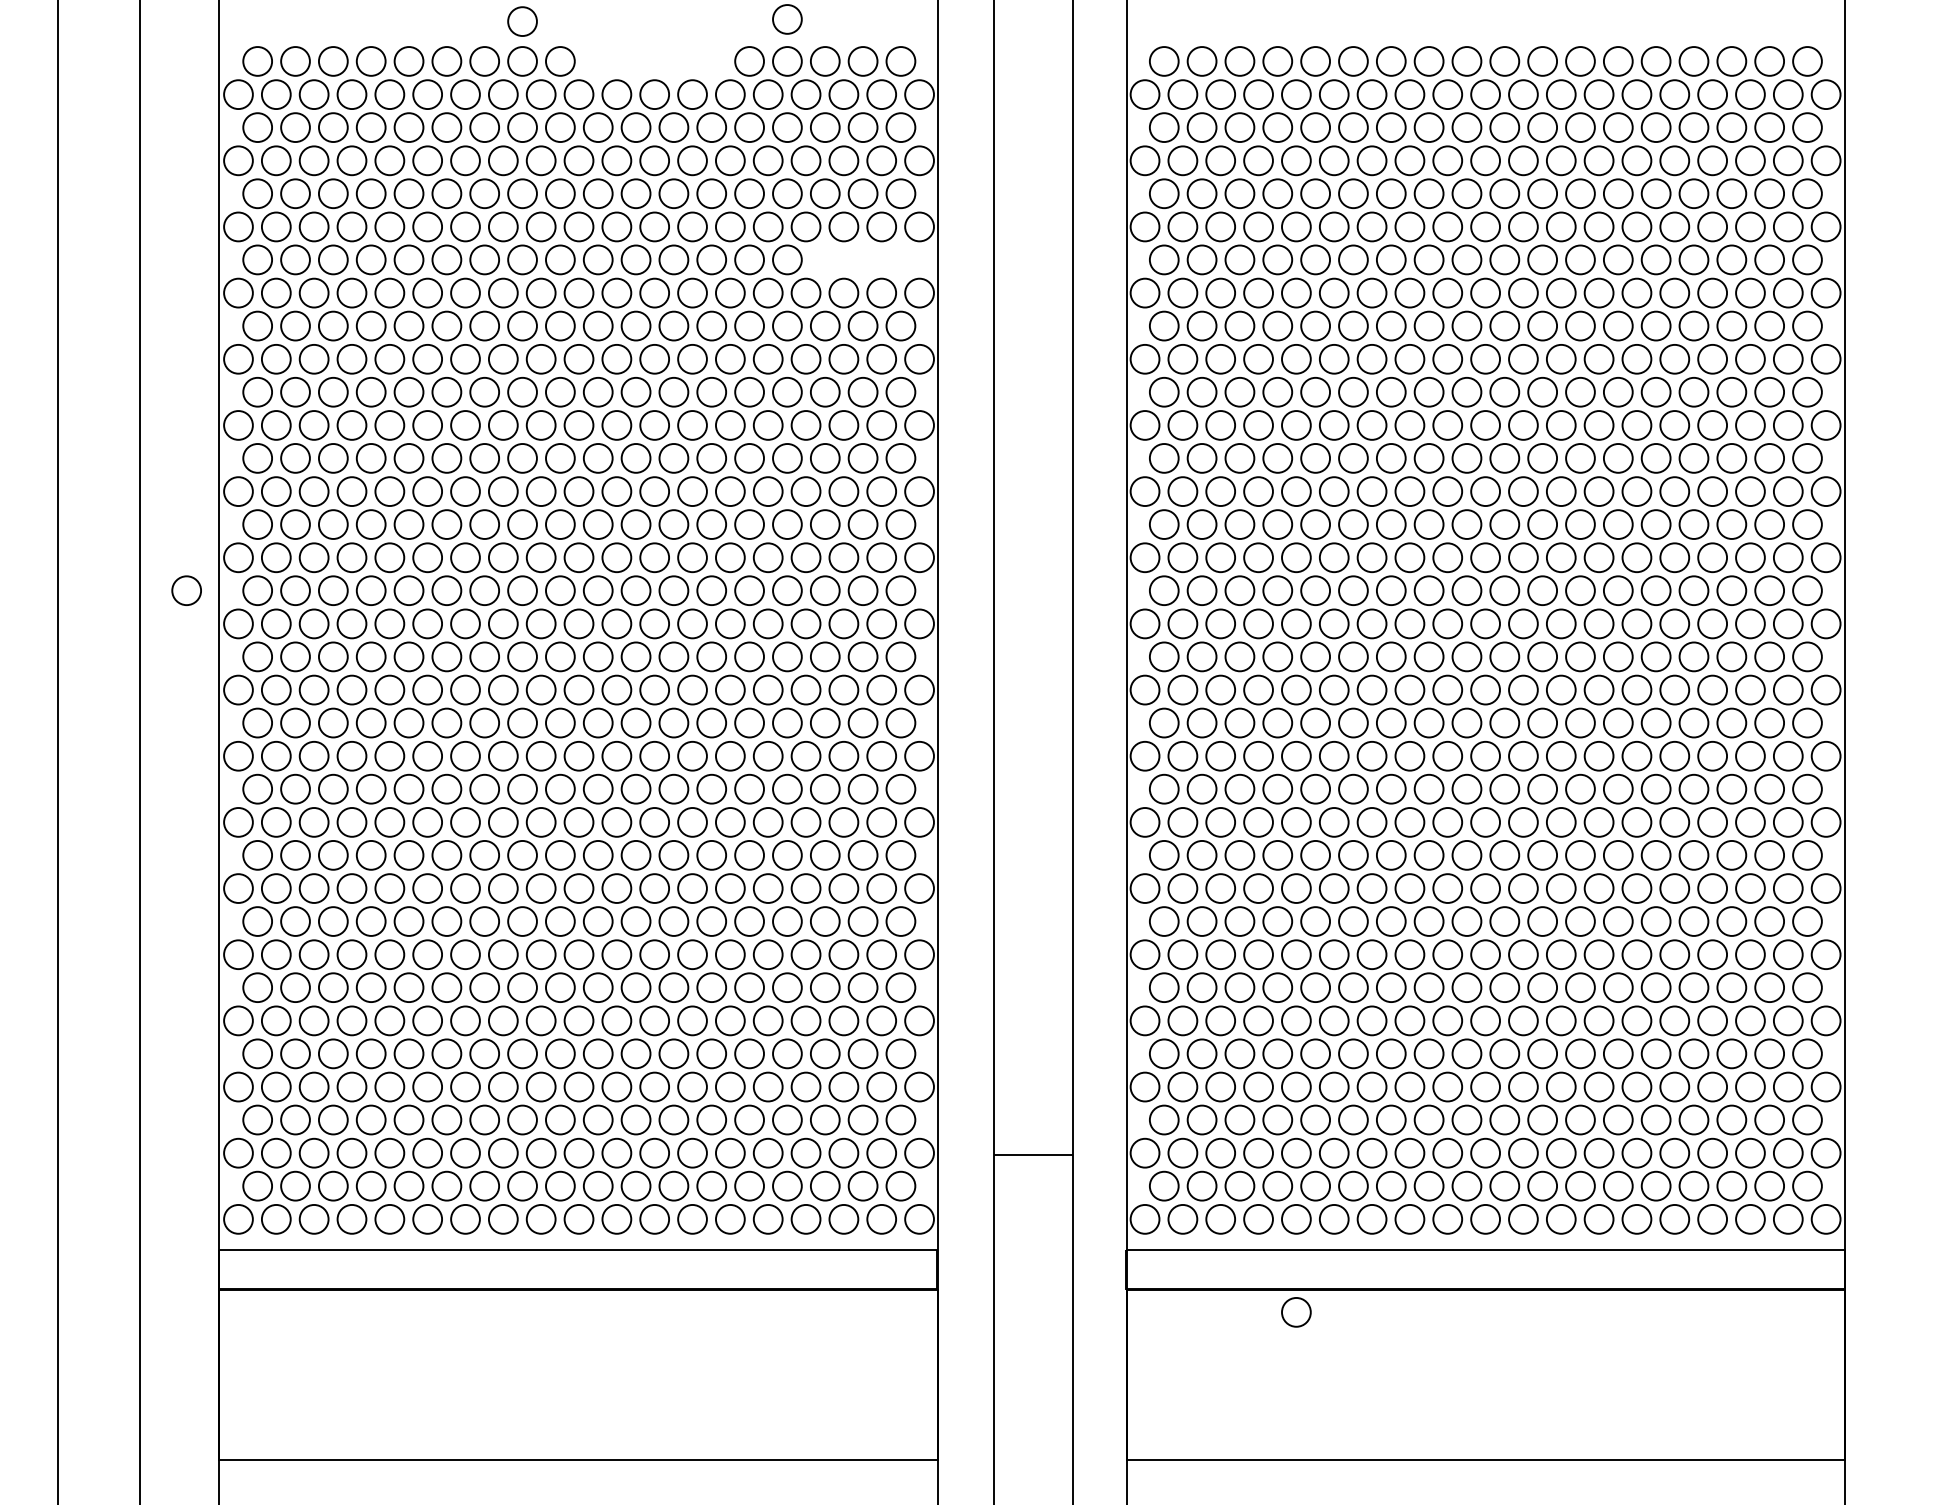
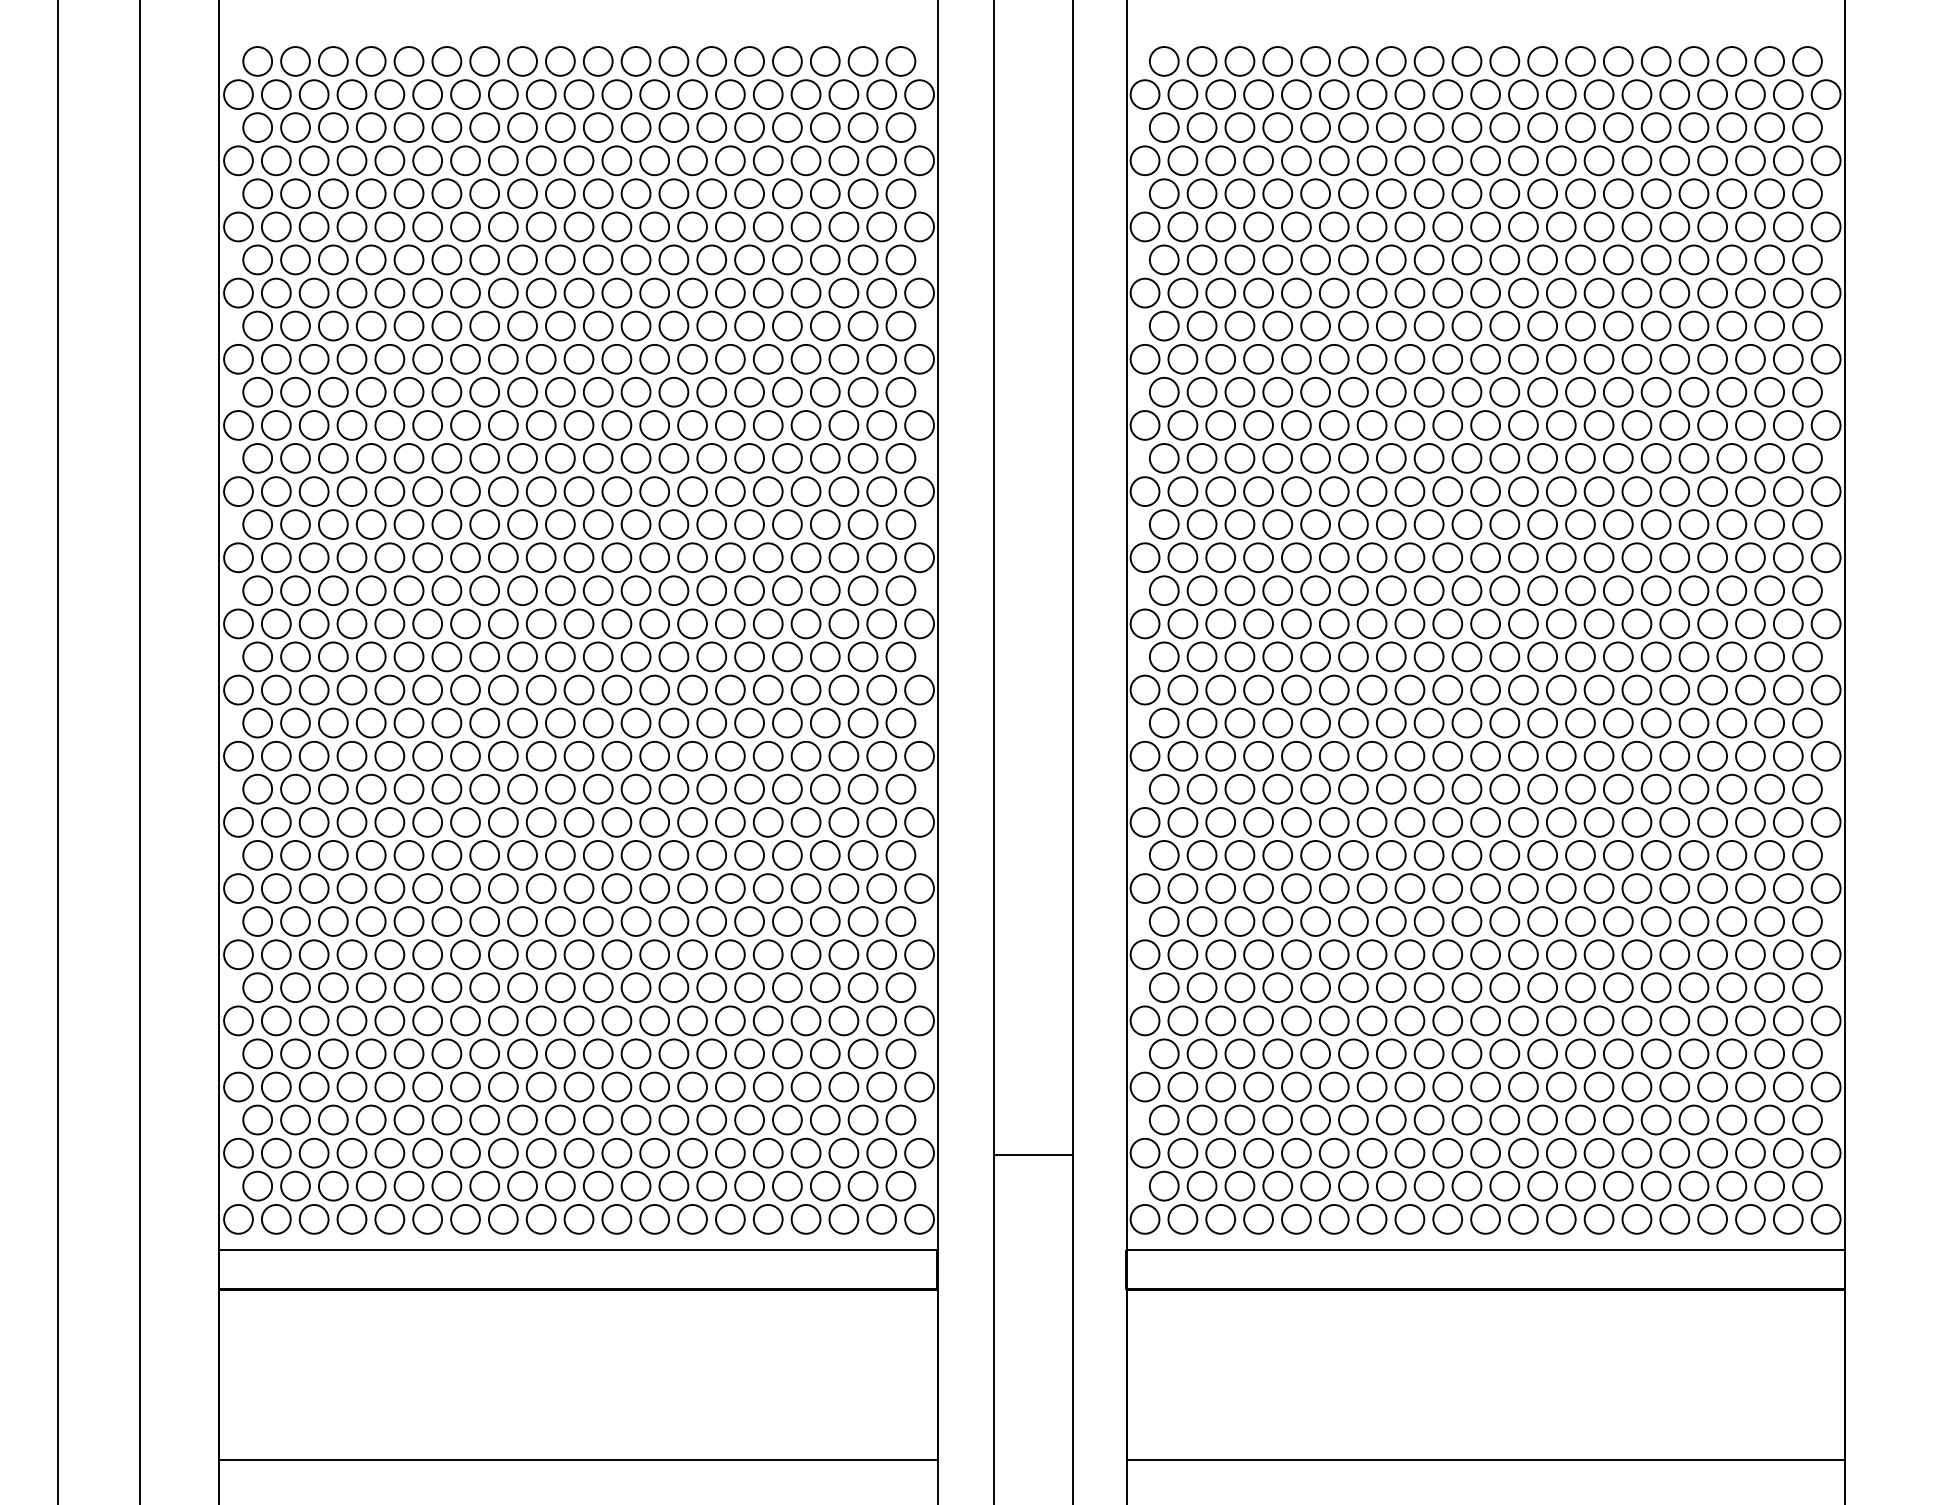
circle at (787, 19): present -> none
circle at (522, 21): present -> none
part at (654, 61): none -> present
part at (863, 259): none -> present
circle at (186, 590): present -> none
circle at (1296, 1312): present -> none
